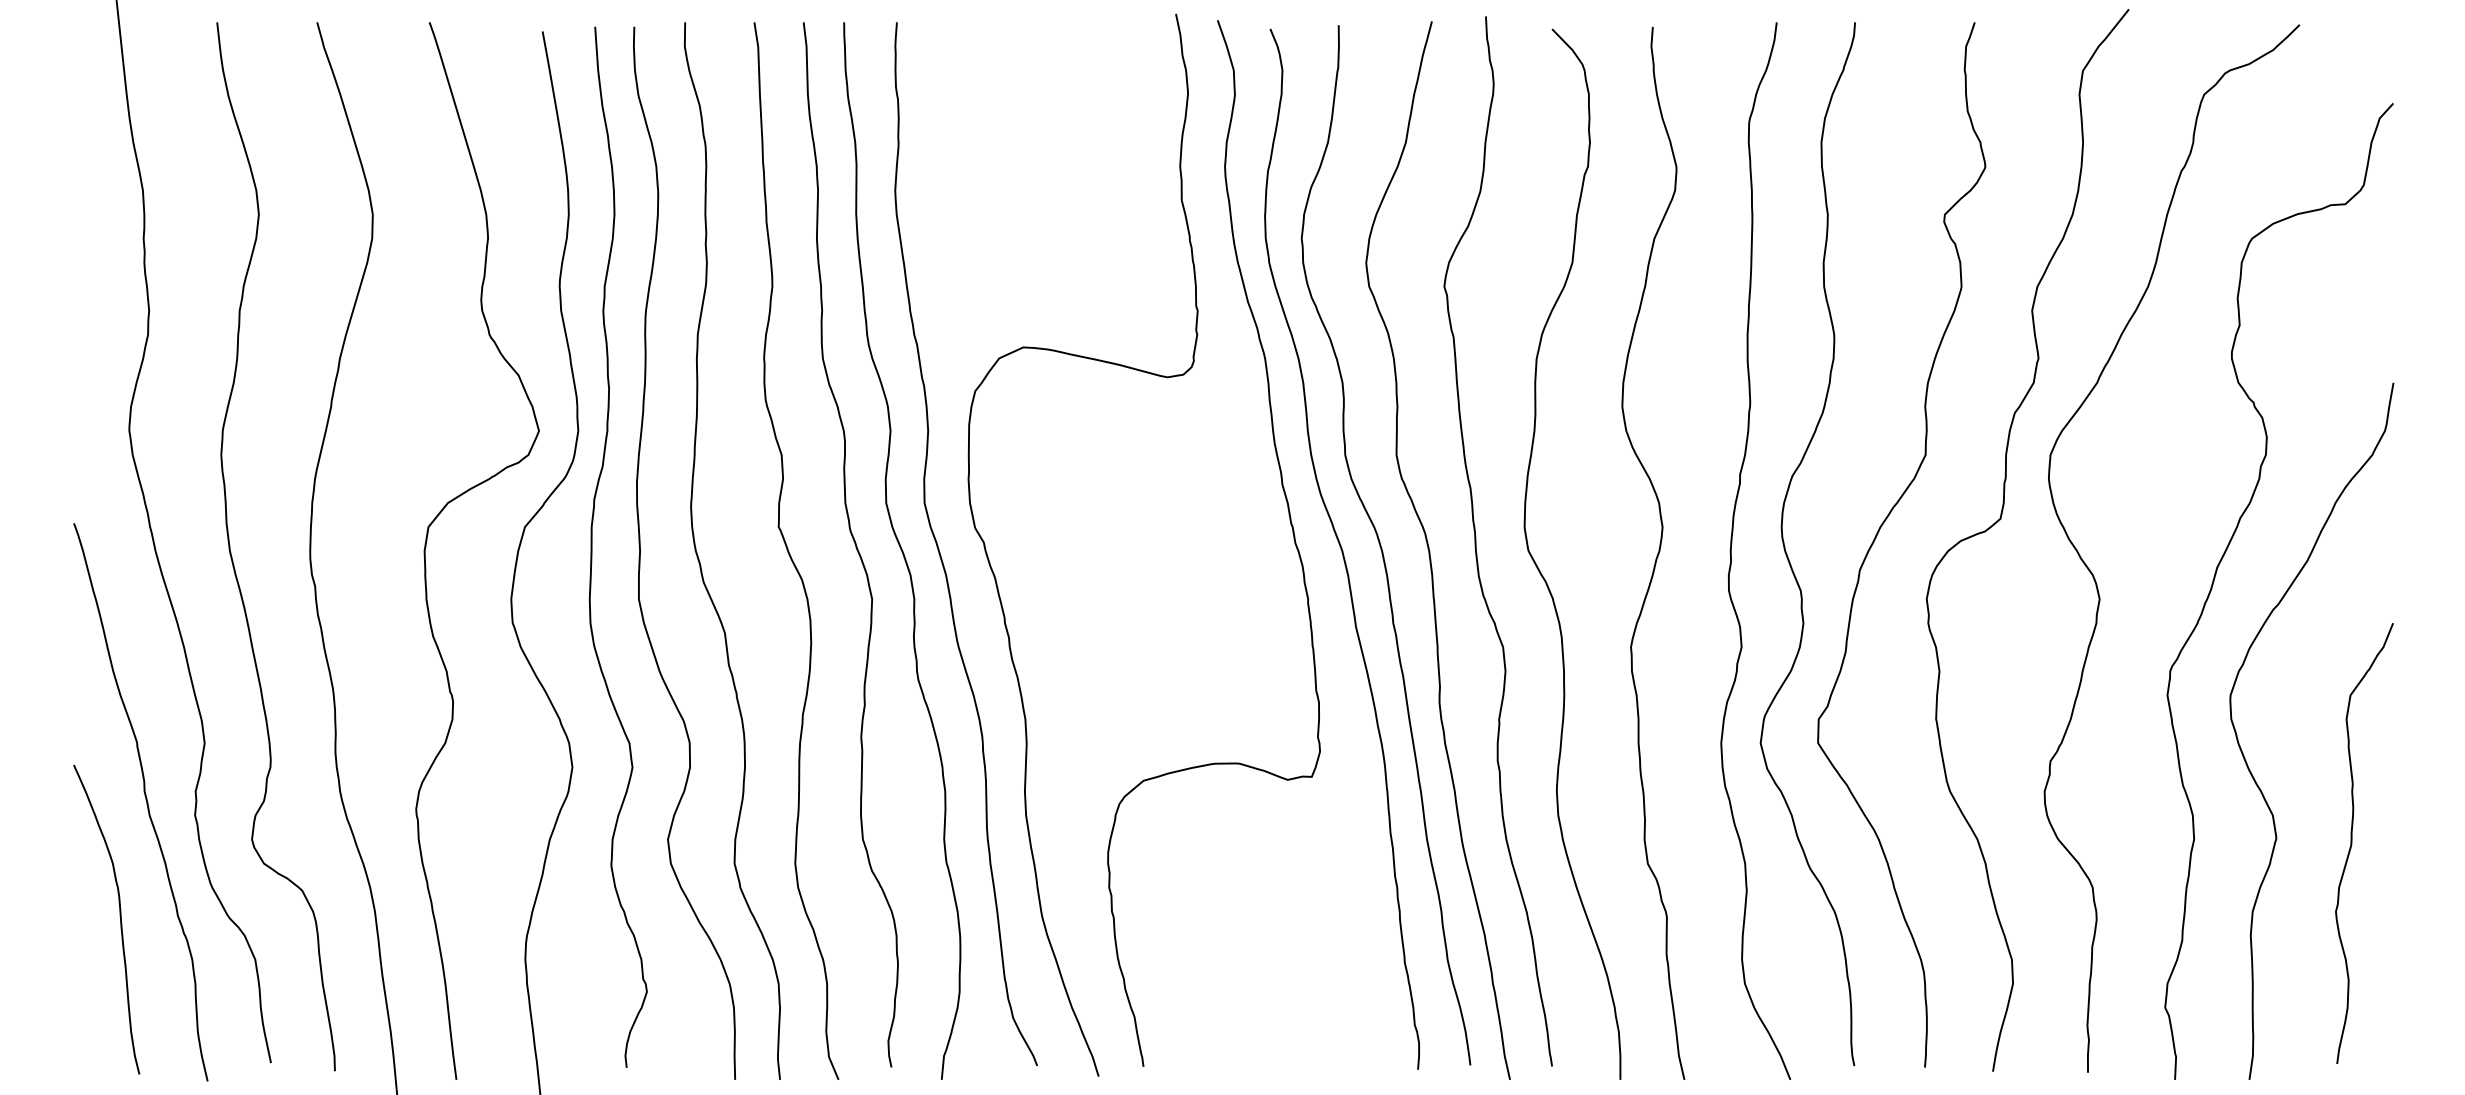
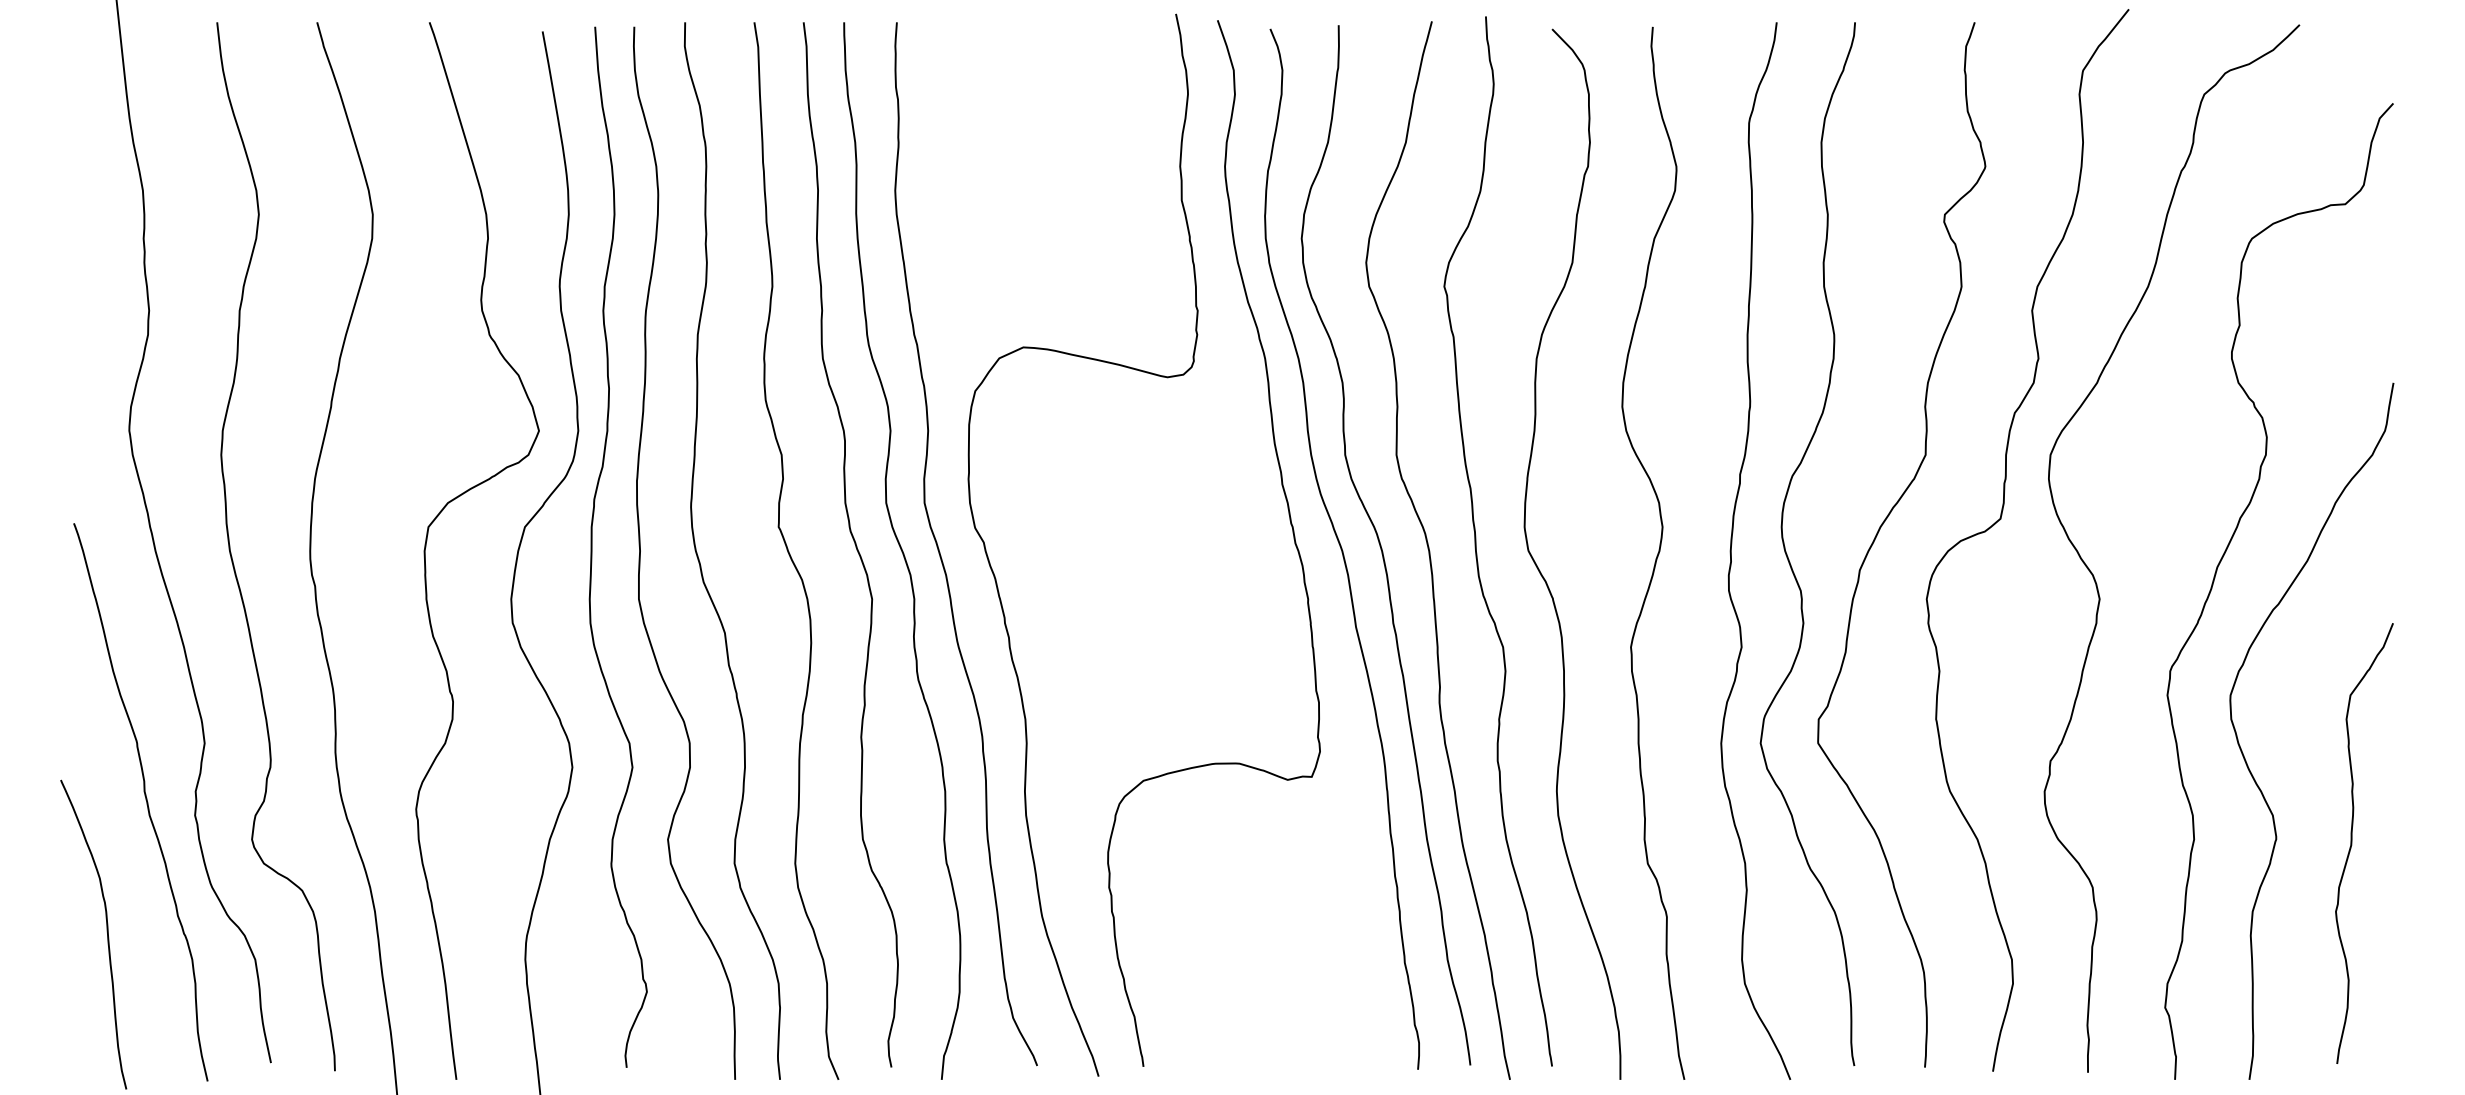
curve at (119, 916) position: (119, 916) -> (106, 931)
